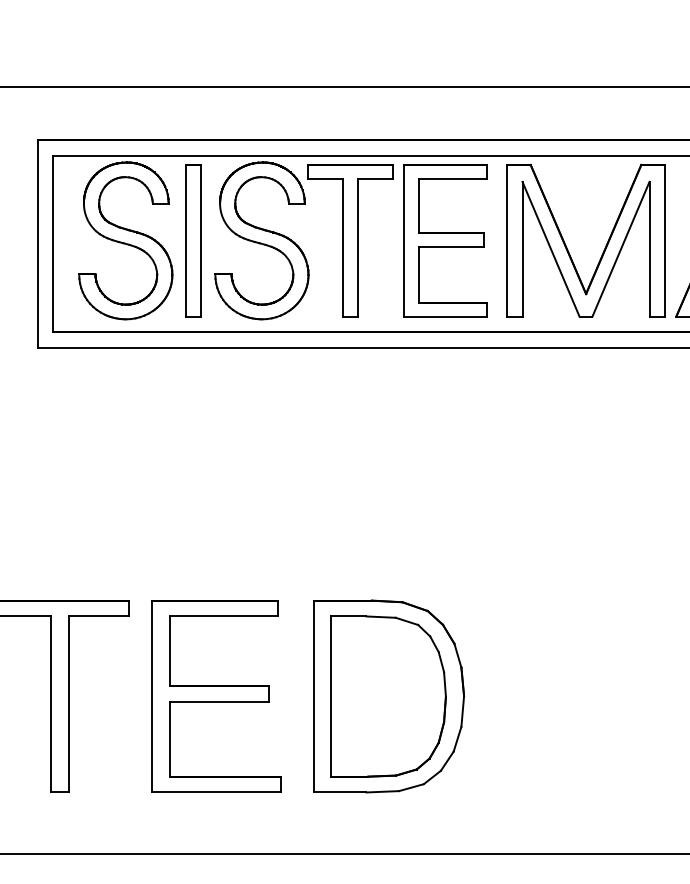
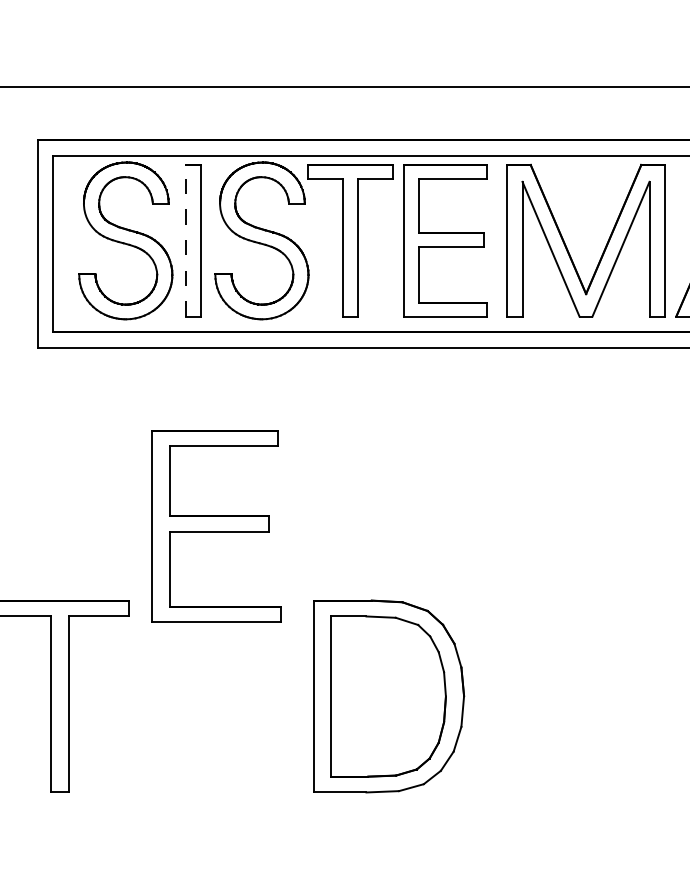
line at (186, 240): solid -> dashed
part at (216, 696) position: (216, 696) -> (216, 526)
line at (344, 853): present -> none
